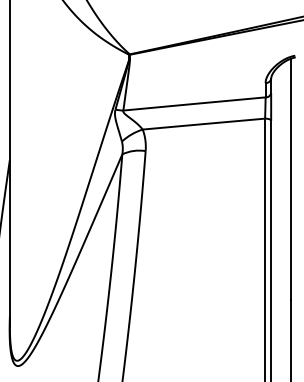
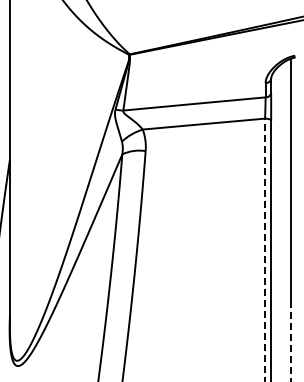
line at (265, 249): solid -> dashed
line at (291, 340): solid -> dashed
